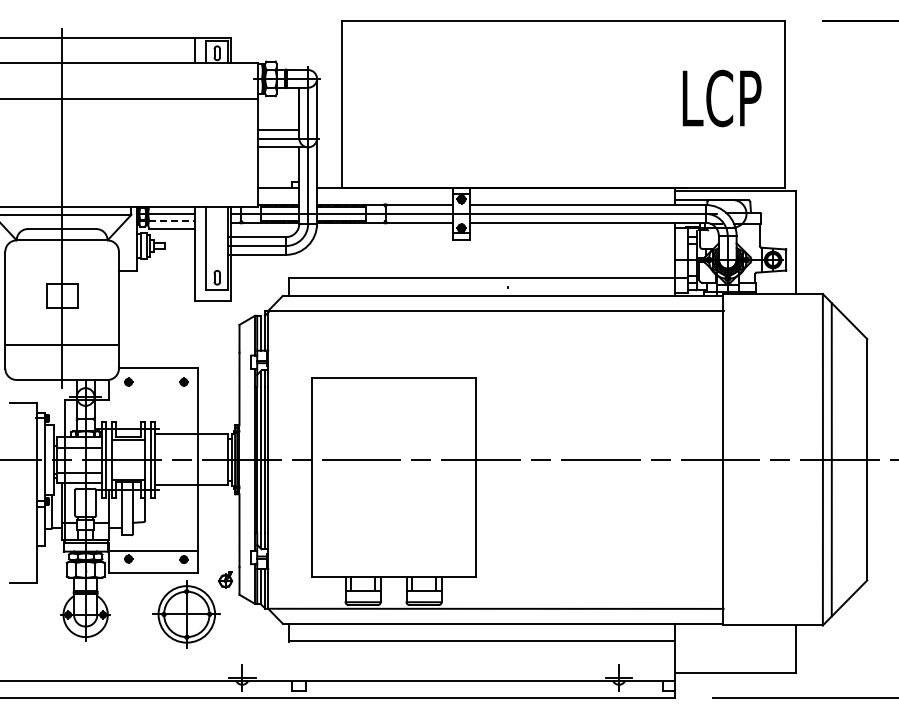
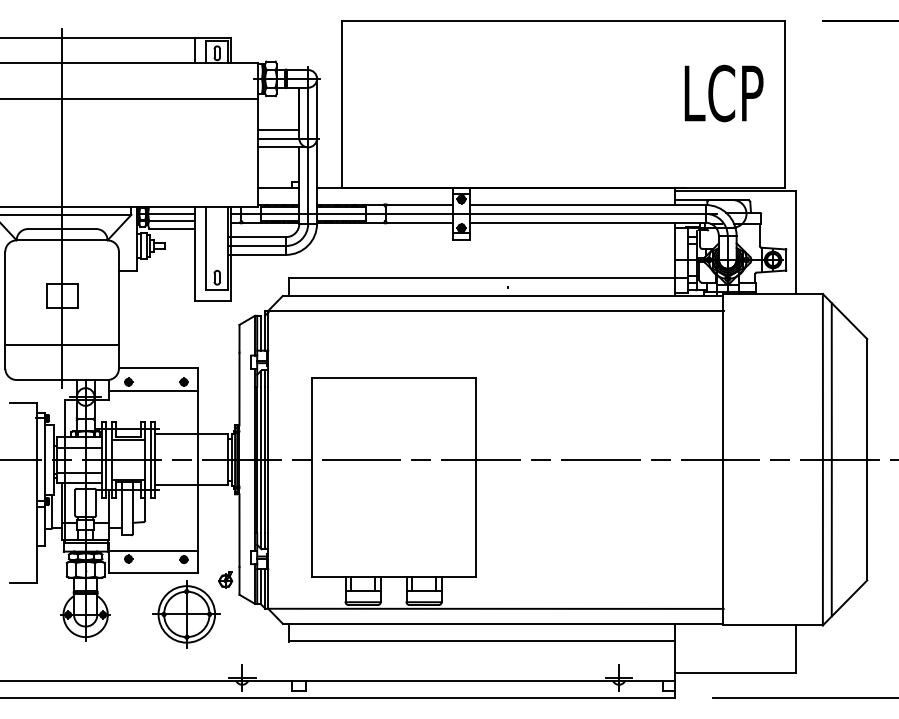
text at (721, 98) position: (721, 98) -> (723, 93)
line at (172, 221): dashed -> solid
line at (153, 390): none -> present
